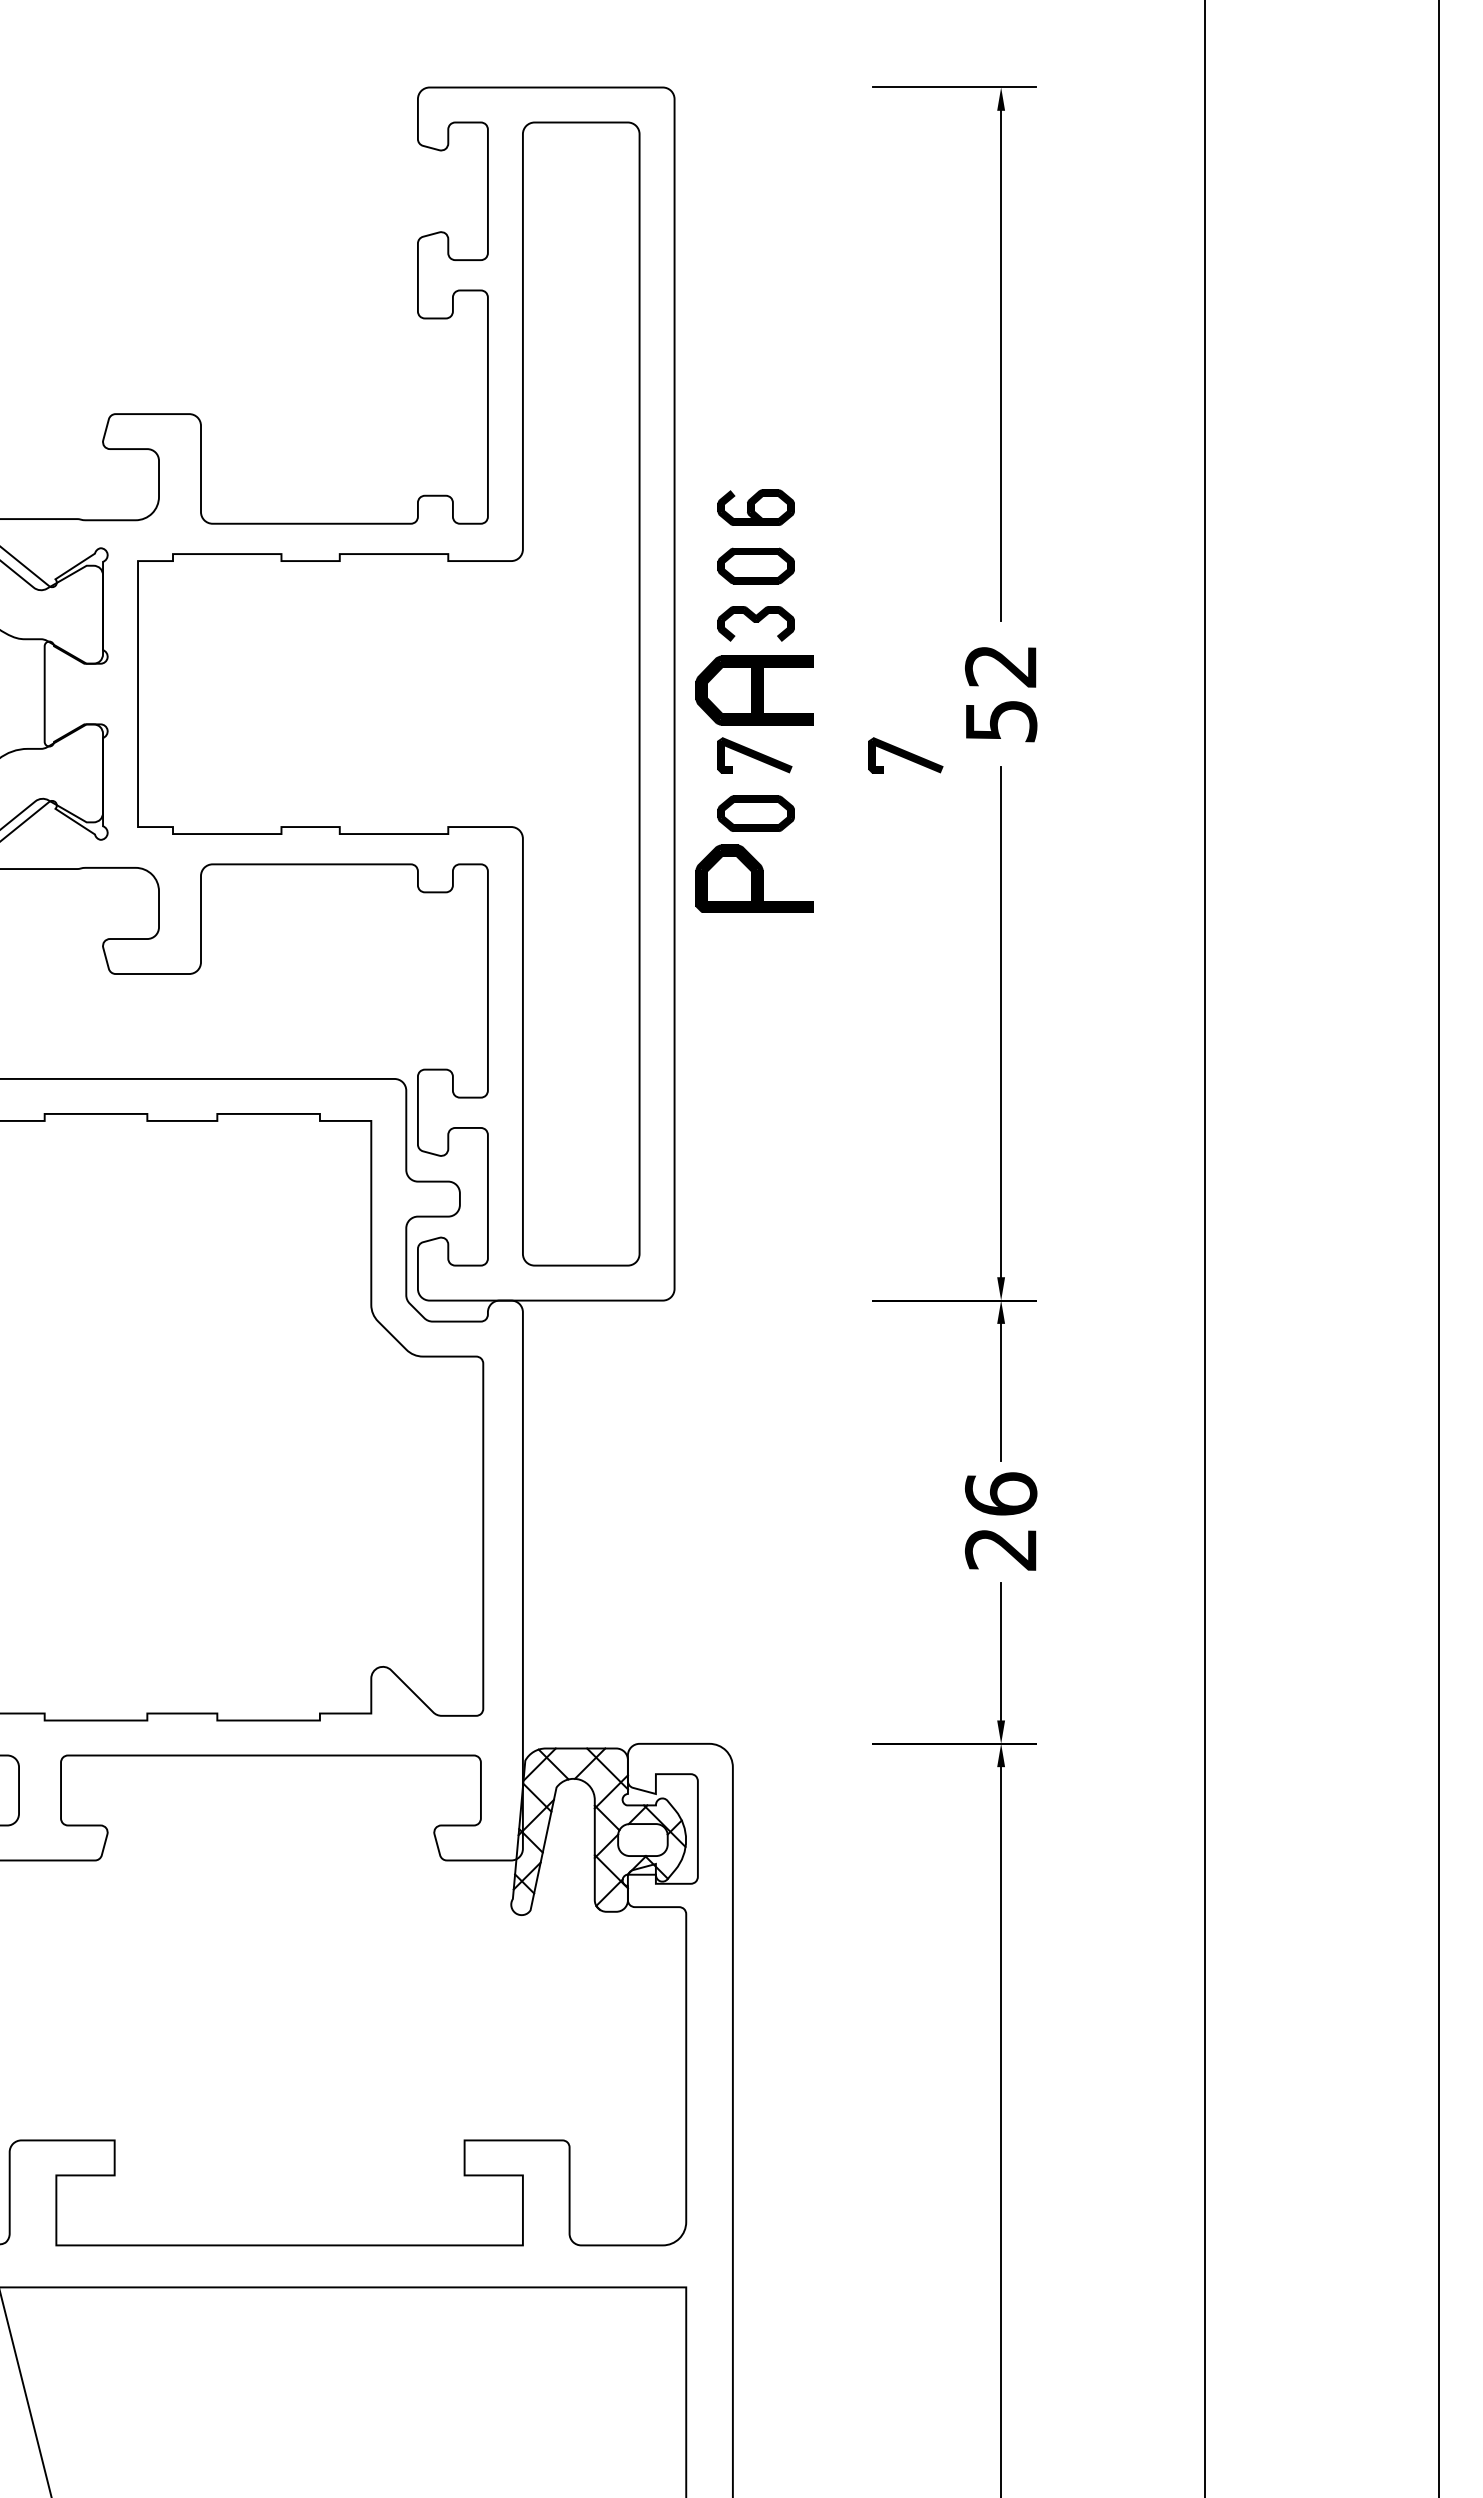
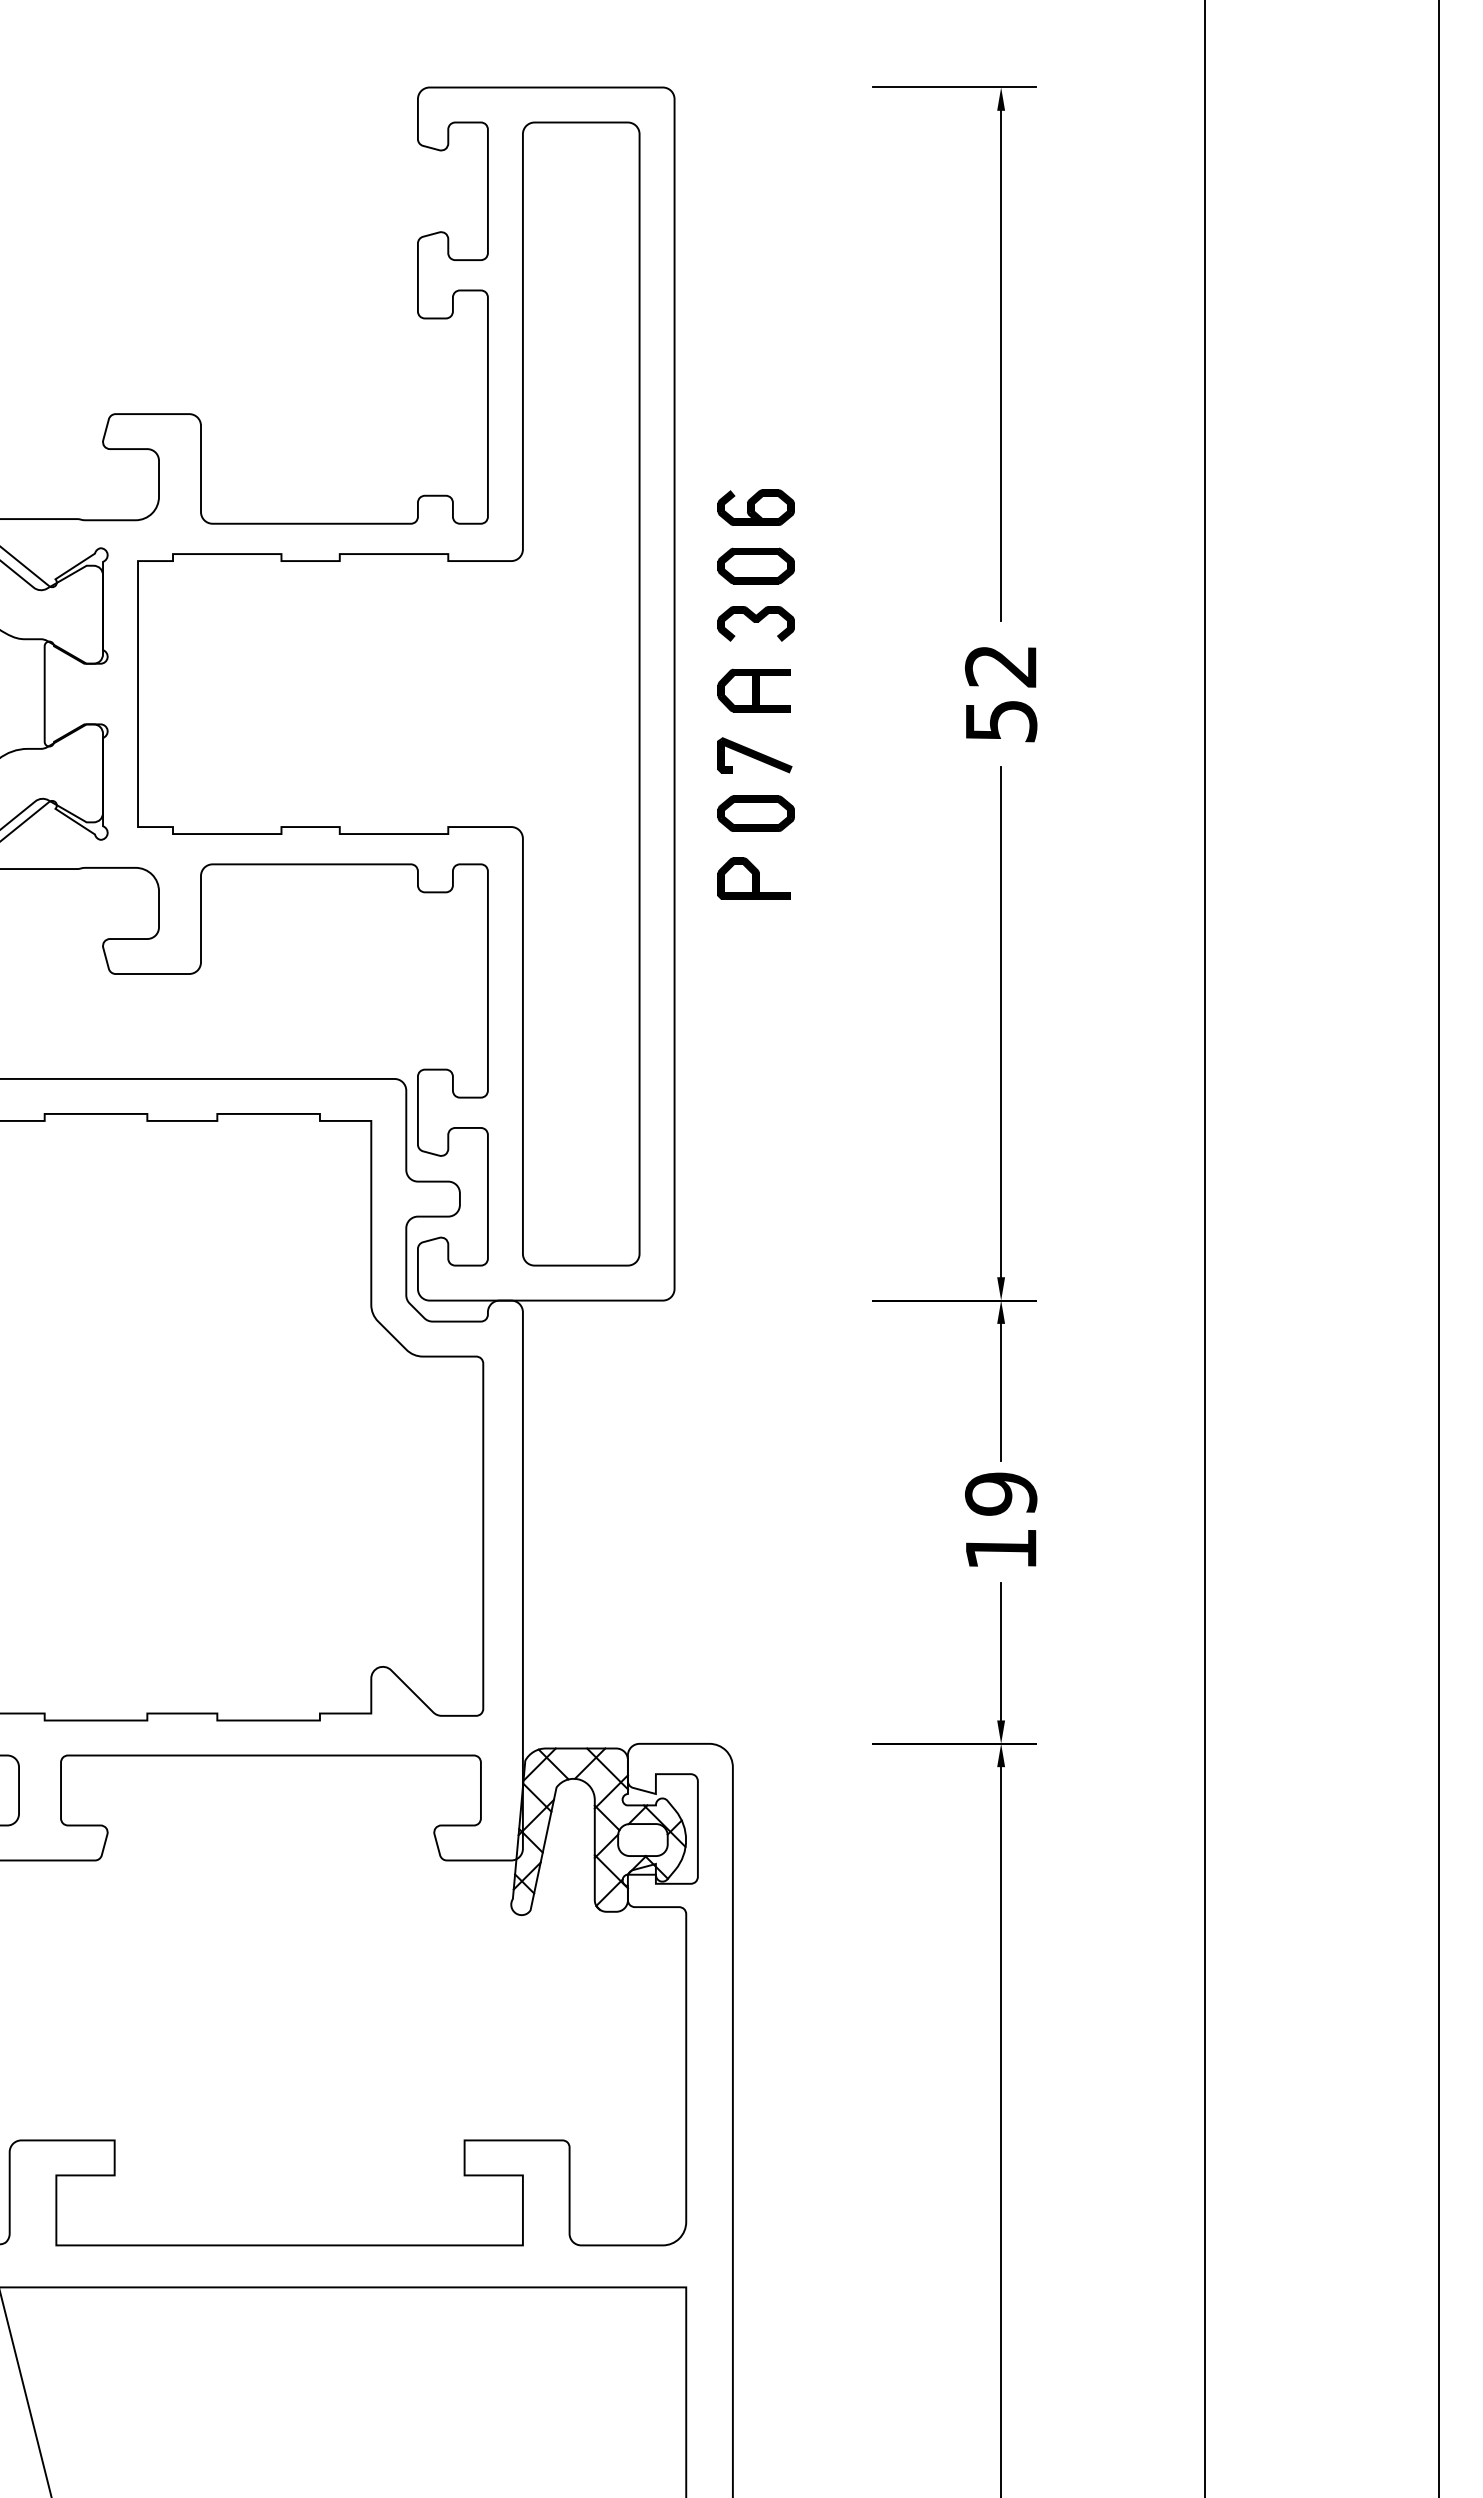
part at (754, 690) size: 119x71 px -> 74x45 px
part at (905, 755): present -> none
part at (754, 878) size: 119x69 px -> 74x43 px
text at (1001, 1521): 26 -> 19
